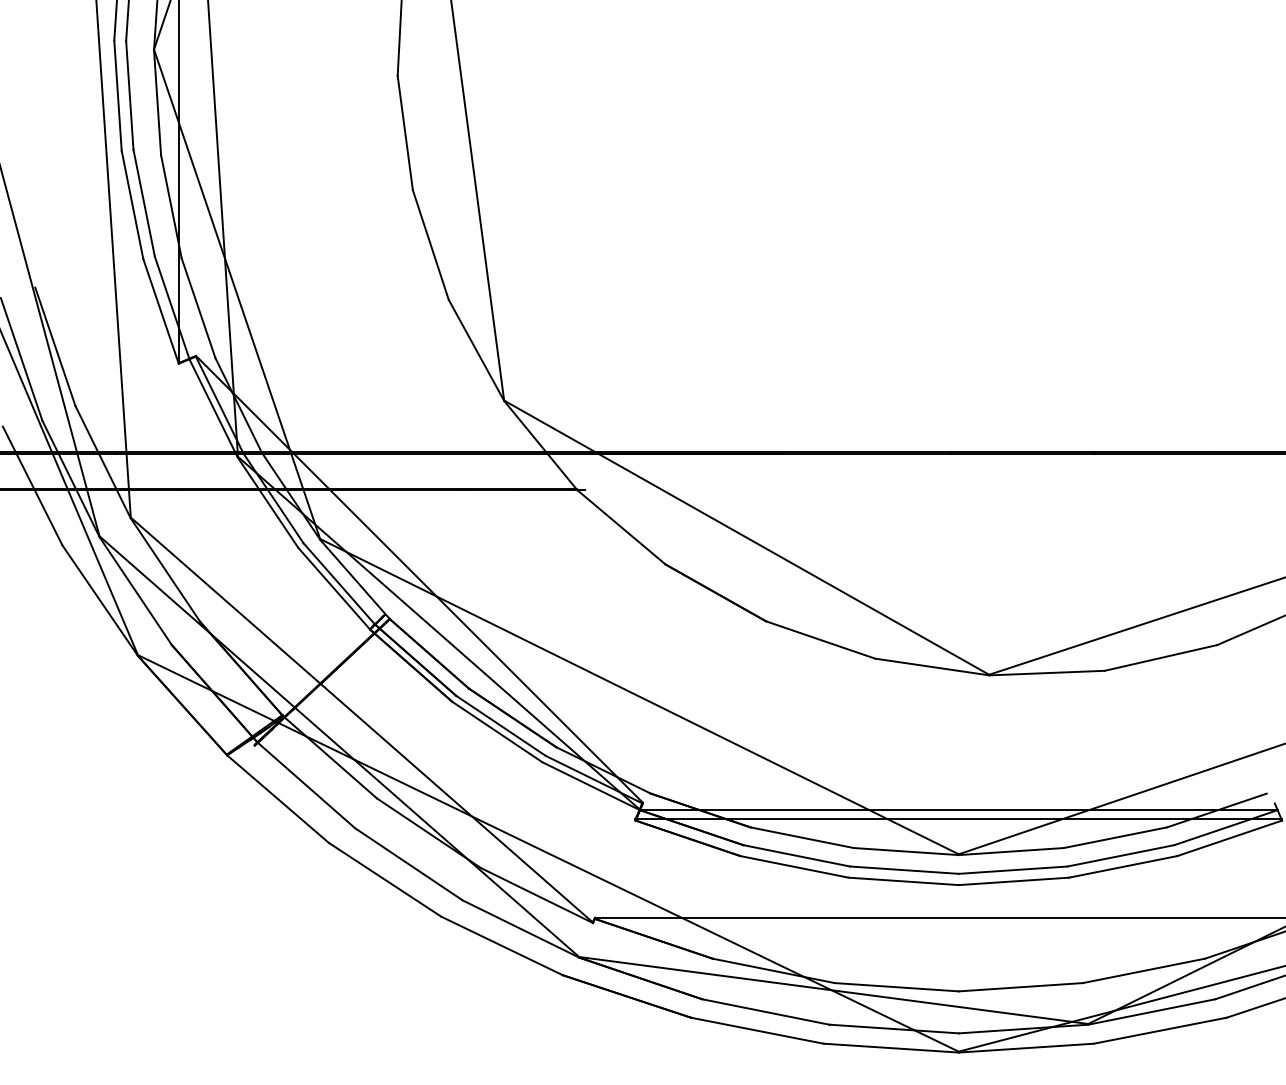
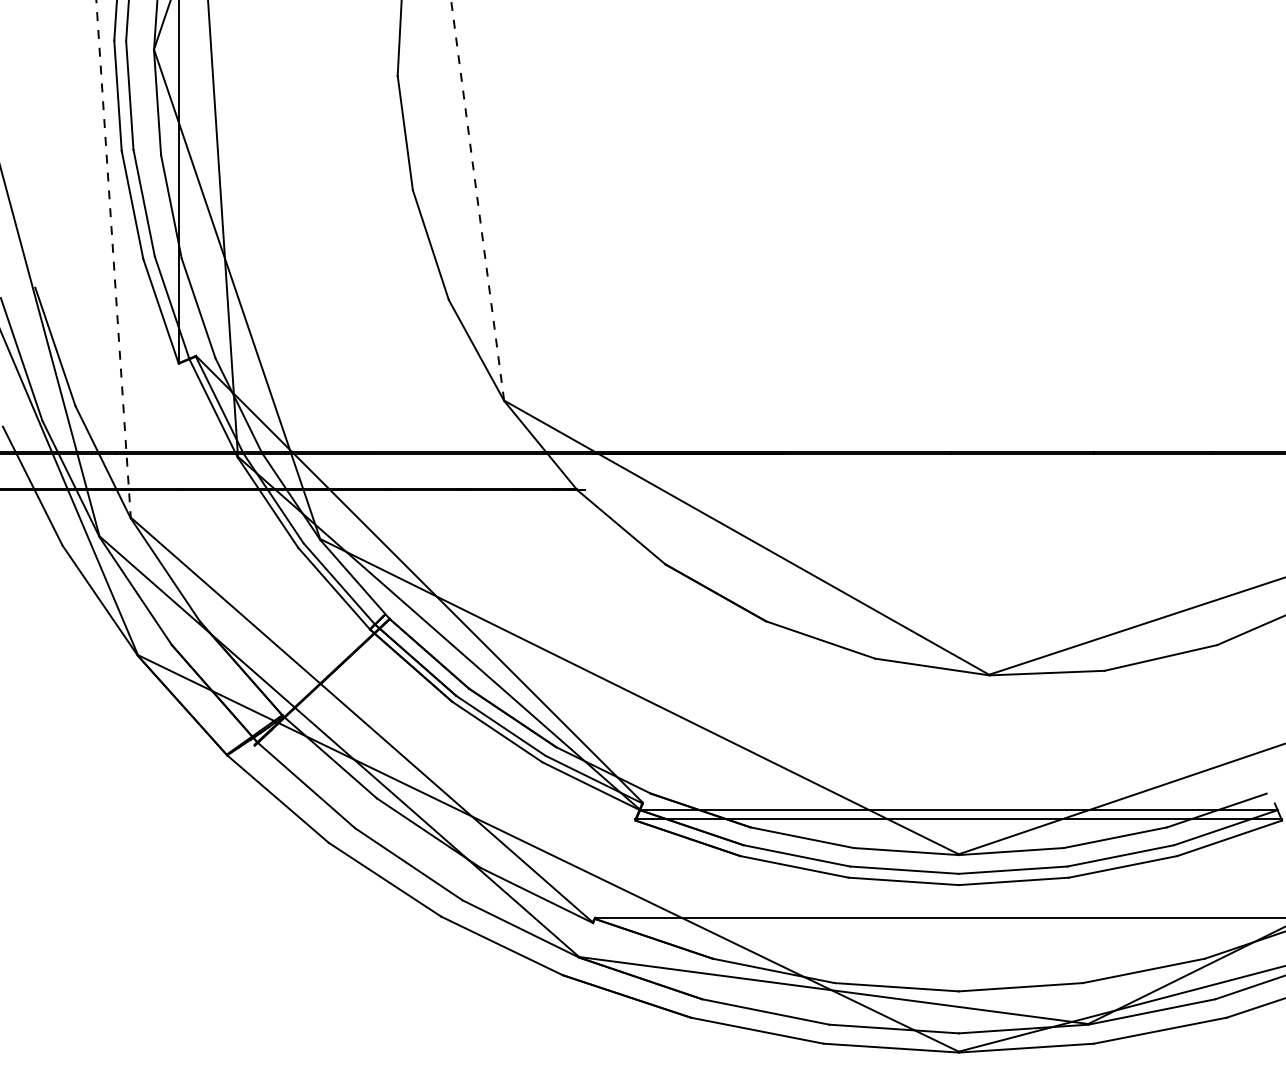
line at (477, 200): solid -> dashed
line at (113, 259): solid -> dashed
